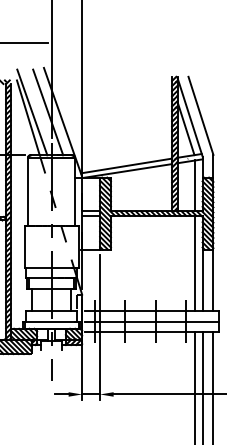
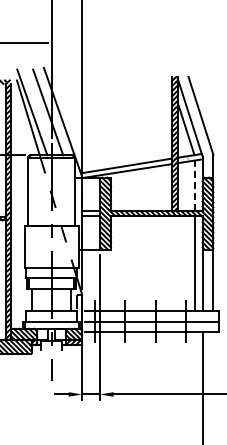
line at (195, 185): solid -> dashed
line at (195, 386): present -> none
line at (213, 386): present -> none
